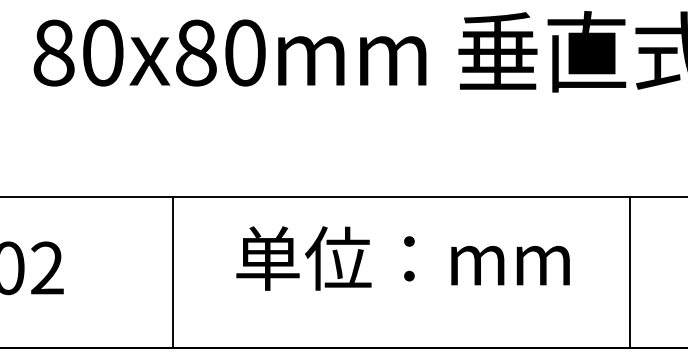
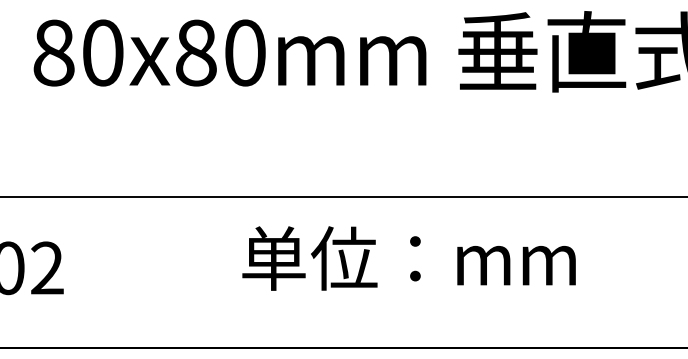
text at (402, 258) position: (402, 258) -> (408, 258)
line at (172, 272): present -> none
line at (630, 272): present -> none
